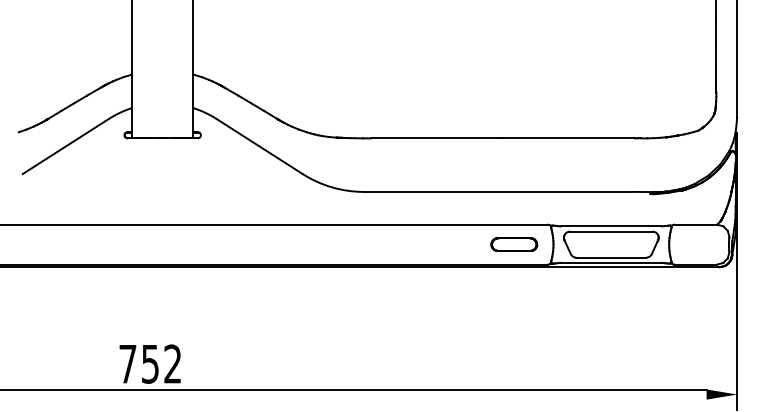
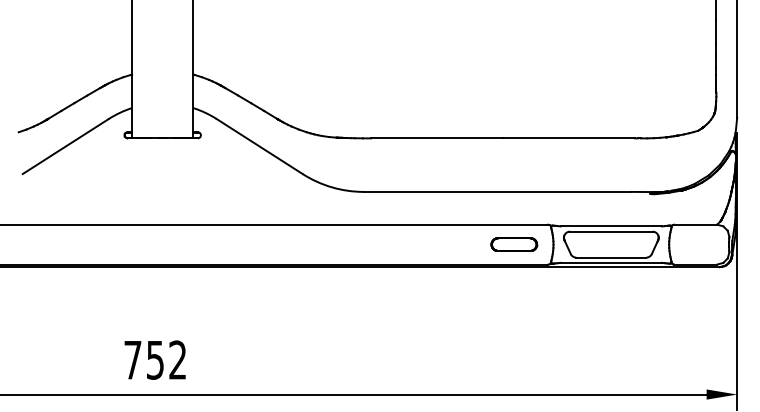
text at (149, 363) position: (149, 363) -> (154, 359)
line at (354, 389) position: (354, 389) -> (354, 394)
